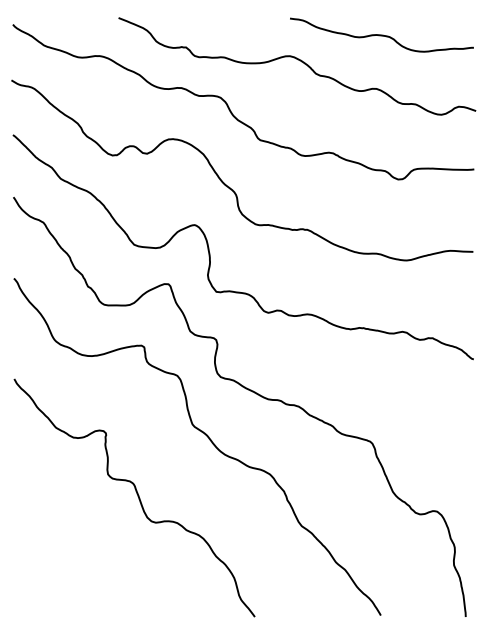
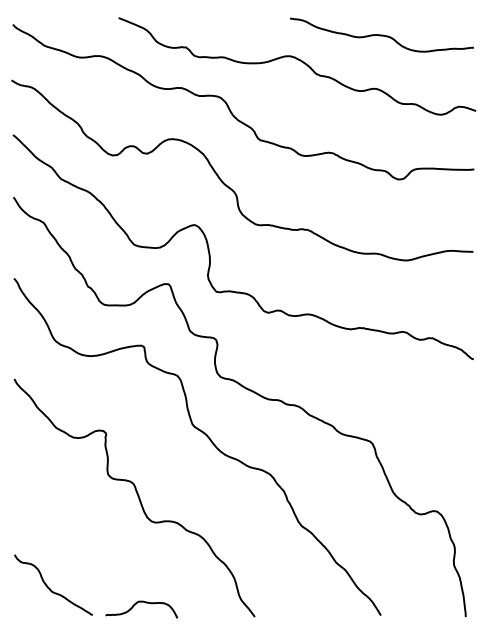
curve at (49, 587): none -> present
curve at (141, 602): none -> present
